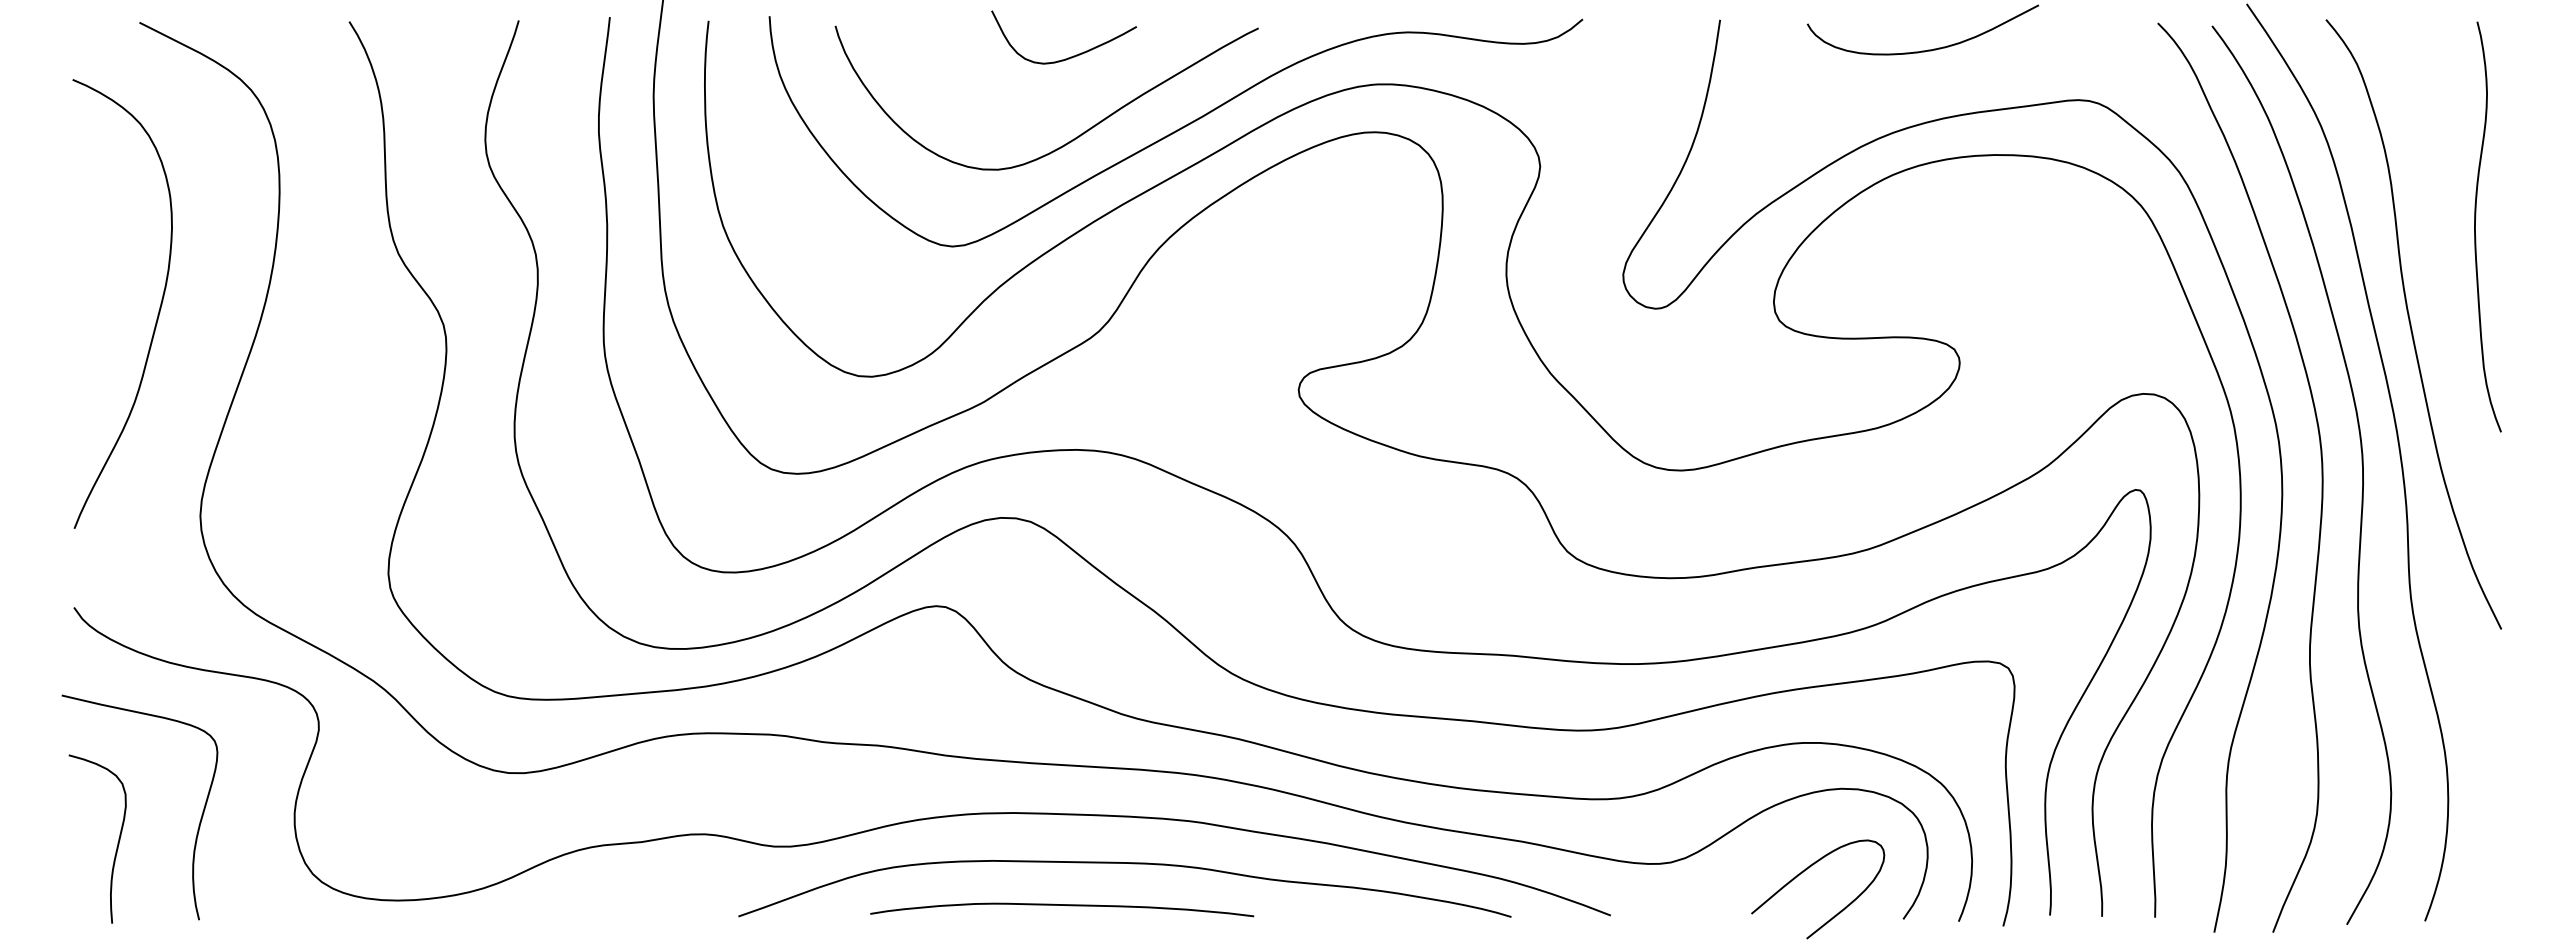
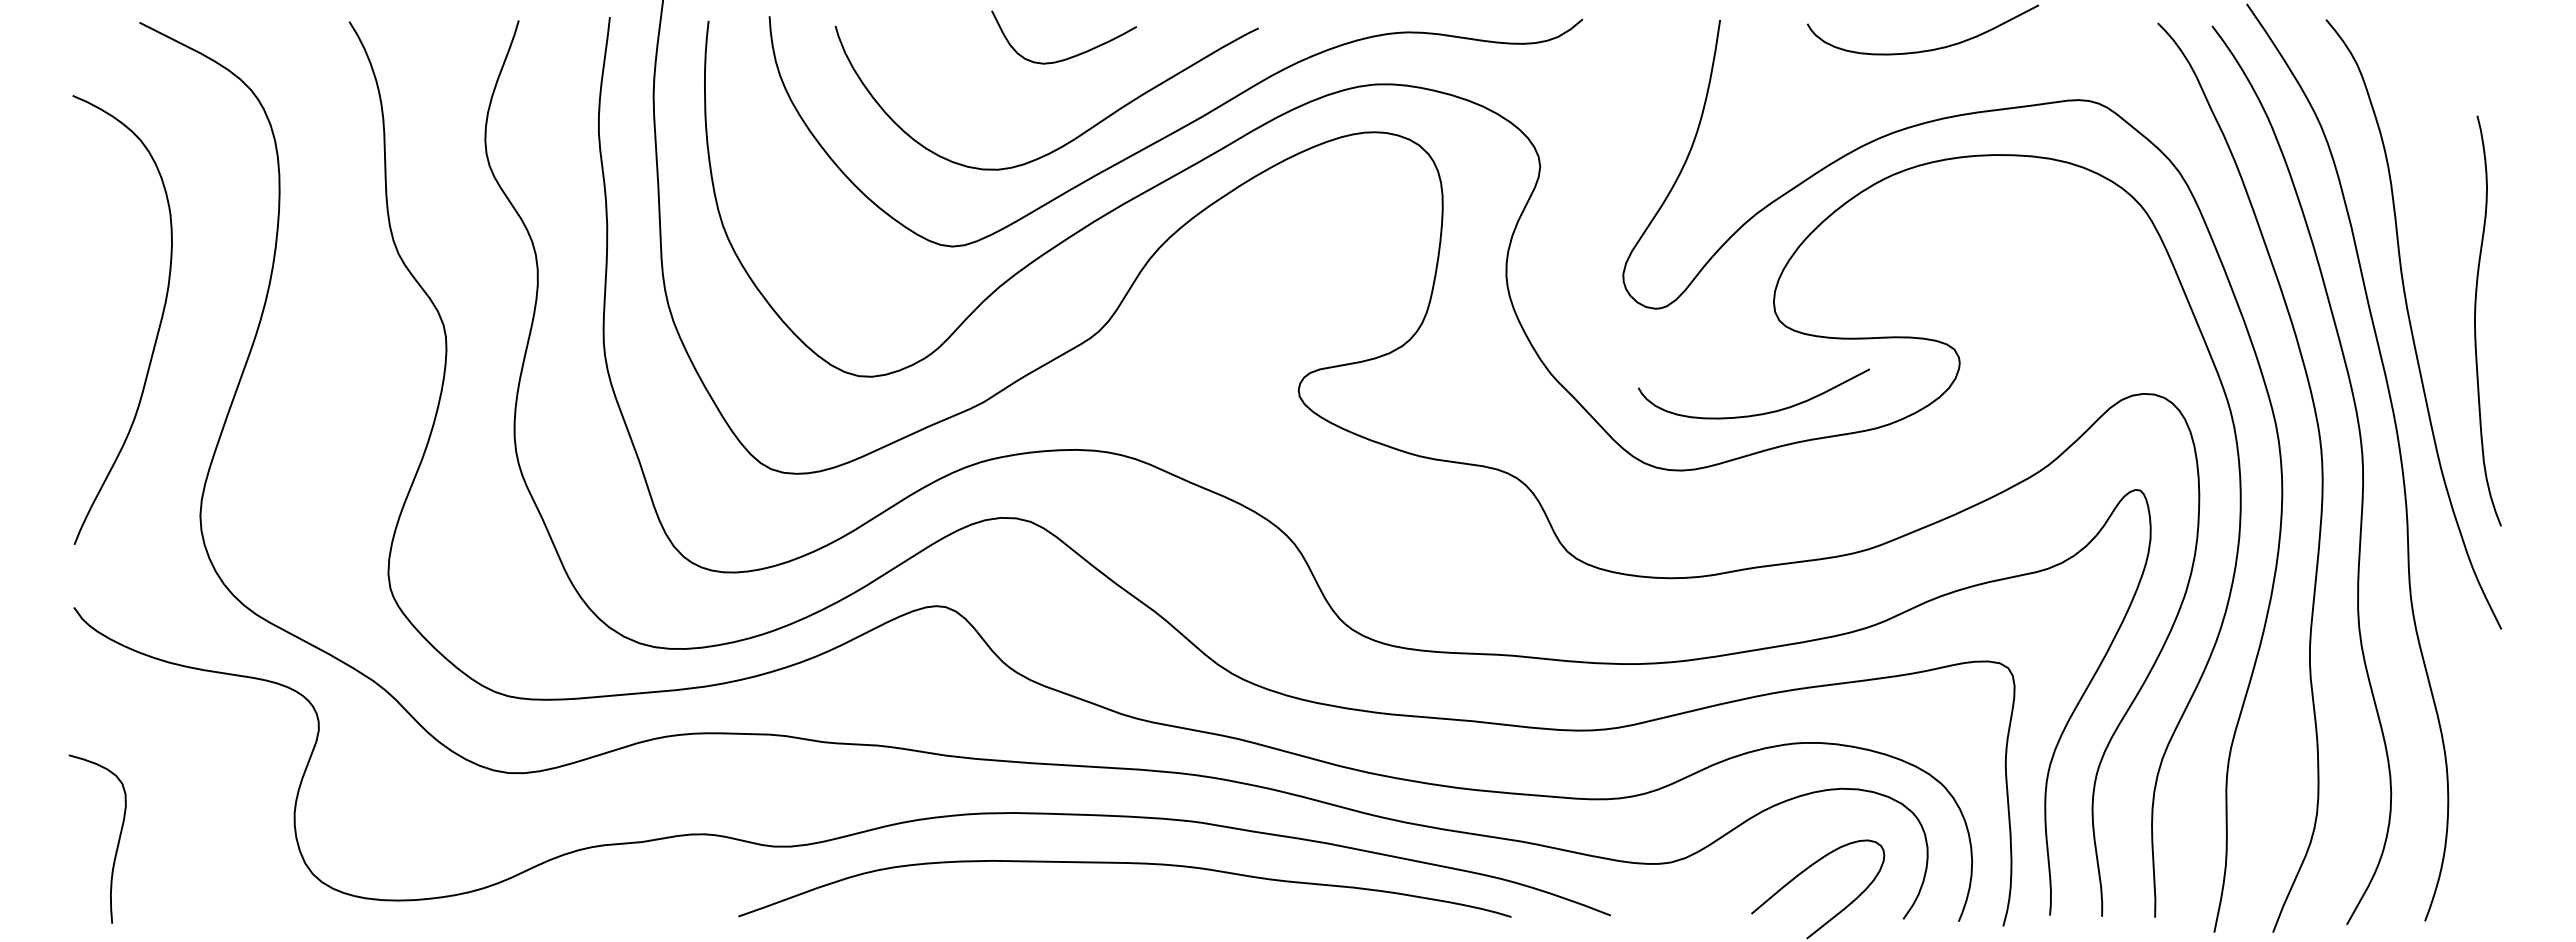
curve at (2475, 226) position: (2475, 226) -> (2475, 320)
curve at (158, 310) position: (158, 310) -> (158, 326)
curve at (1759, 413): none -> present
curve at (199, 821): present -> none
curve at (1062, 905): present -> none
